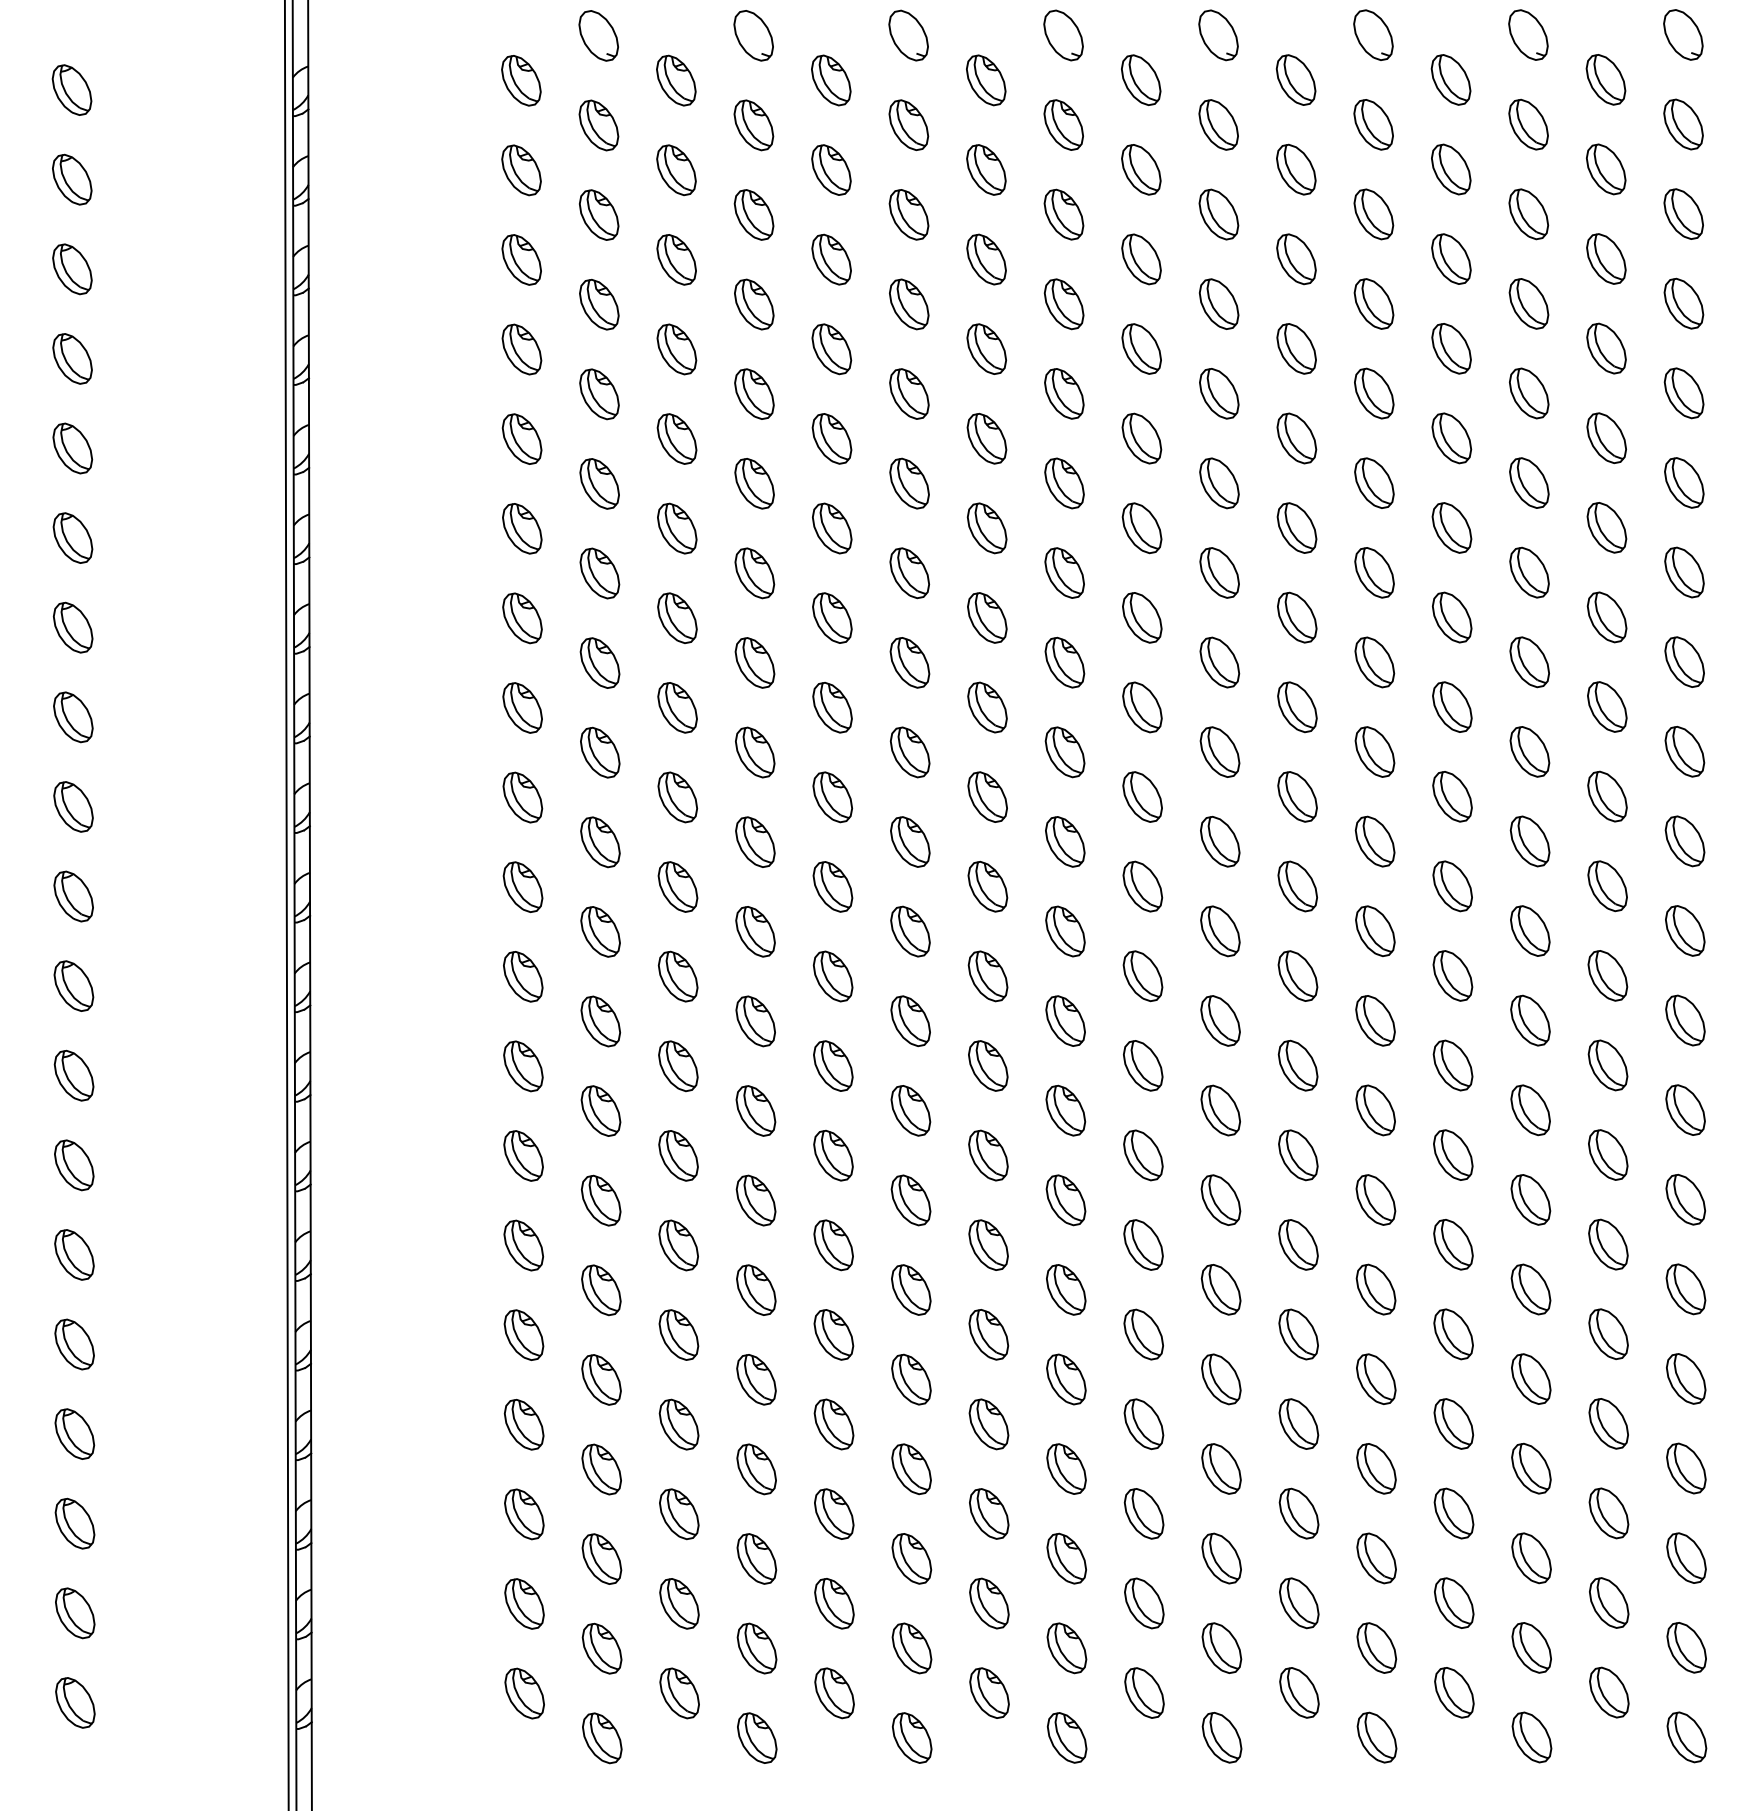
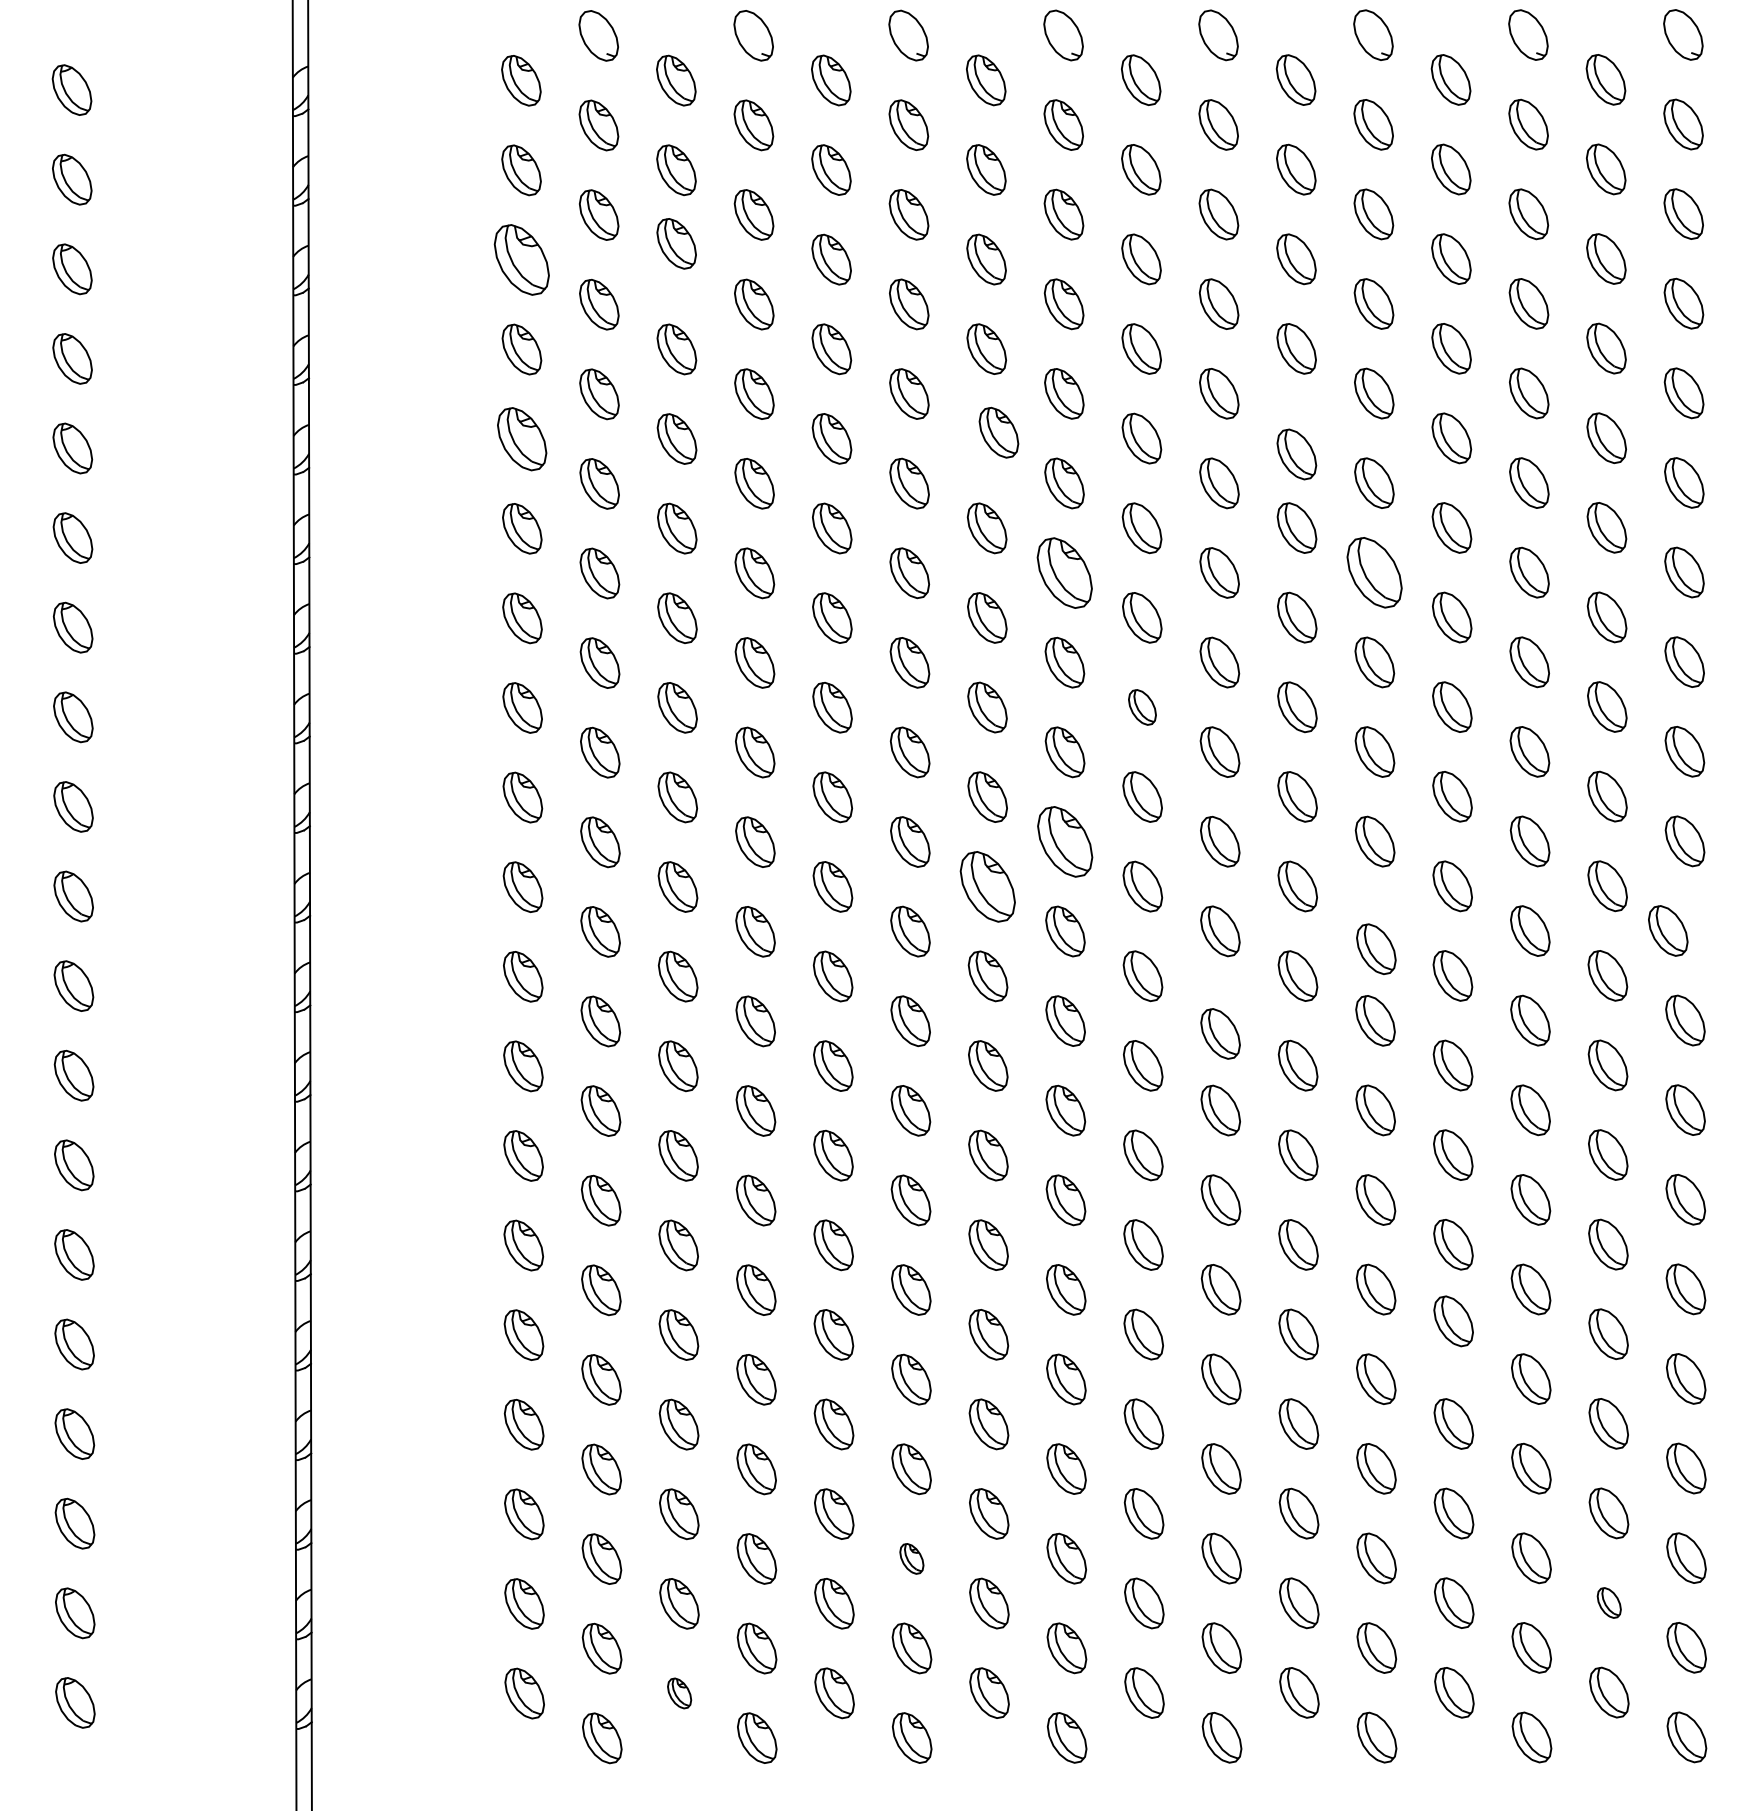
part at (521, 259) size: 41x52 px -> 57x72 px
part at (676, 259) position: (676, 259) -> (676, 243)
part at (521, 438) size: 42x52 px -> 51x65 px
part at (986, 438) position: (986, 438) -> (998, 432)
part at (1296, 438) position: (1296, 438) -> (1296, 454)
part at (1064, 572) size: 41x52 px -> 57x72 px
part at (1374, 572) size: 41x52 px -> 57x72 px
part at (1142, 707) size: 41x53 px -> 29x37 px
part at (1065, 841) size: 41x52 px -> 57x72 px
part at (987, 886) size: 42x53 px -> 57x72 px
line at (286, 904): present -> none
part at (1375, 930) position: (1375, 930) -> (1376, 948)
part at (1685, 930) position: (1685, 930) -> (1668, 930)
part at (1220, 1020) position: (1220, 1020) -> (1220, 1033)
part at (1453, 1334) position: (1453, 1334) -> (1453, 1321)
part at (911, 1558) size: 42x52 px -> 26x32 px
part at (1609, 1602) size: 41x52 px -> 26x32 px
part at (679, 1693) size: 41x53 px -> 26x33 px
